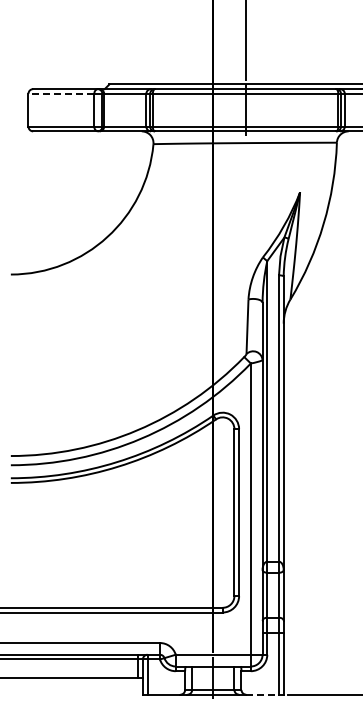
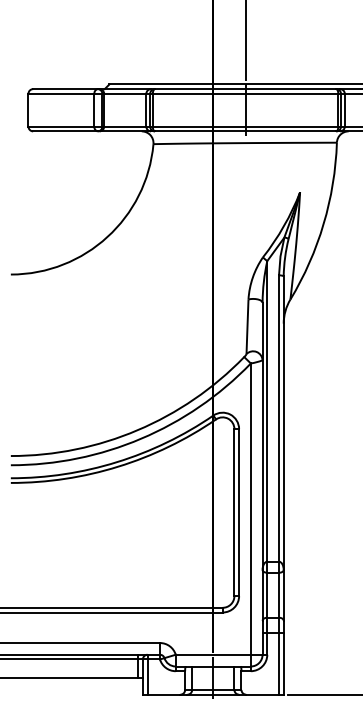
line at (61, 93): dashed -> solid
line at (263, 694): dashed -> solid
